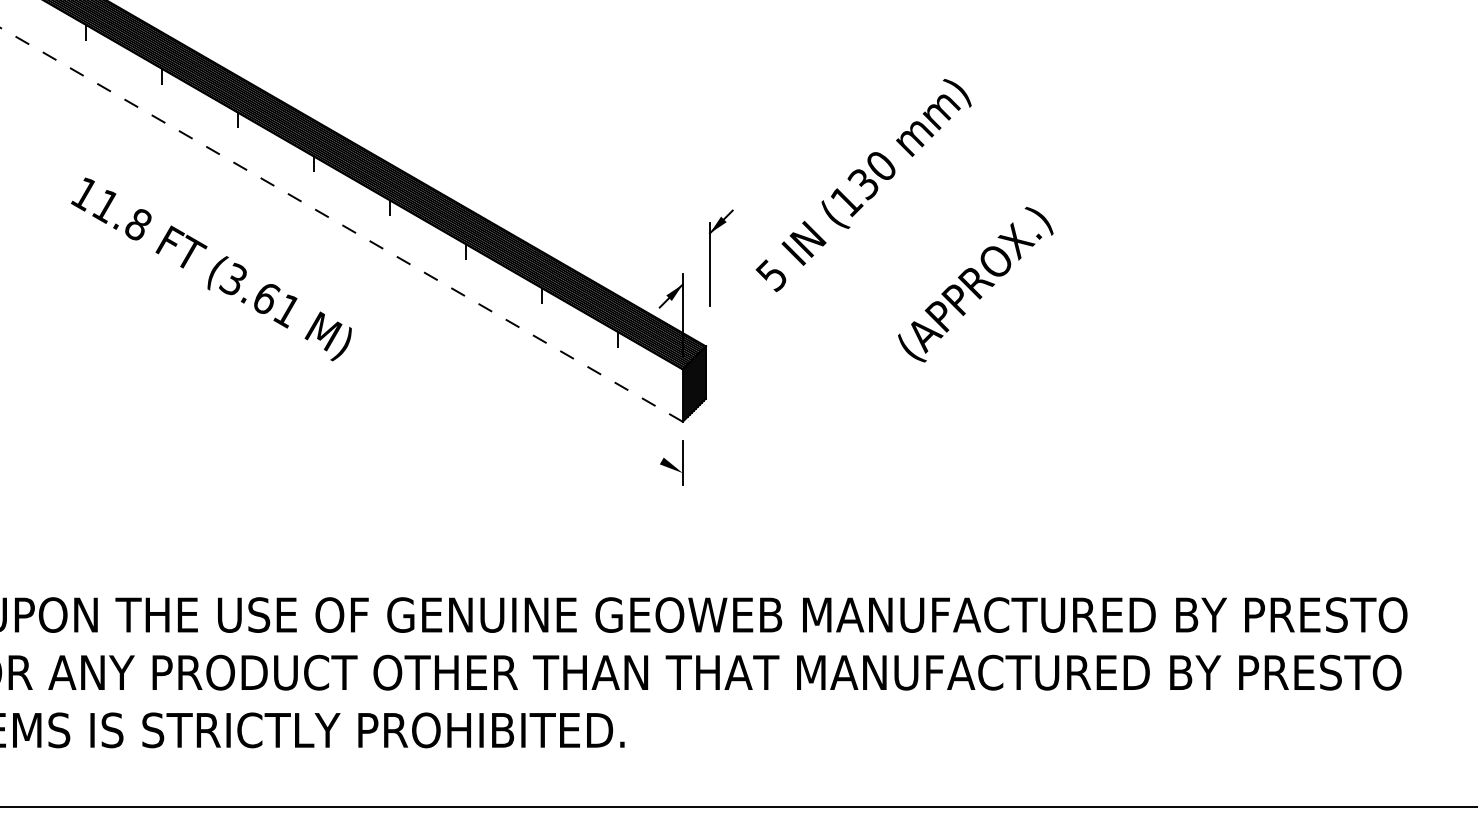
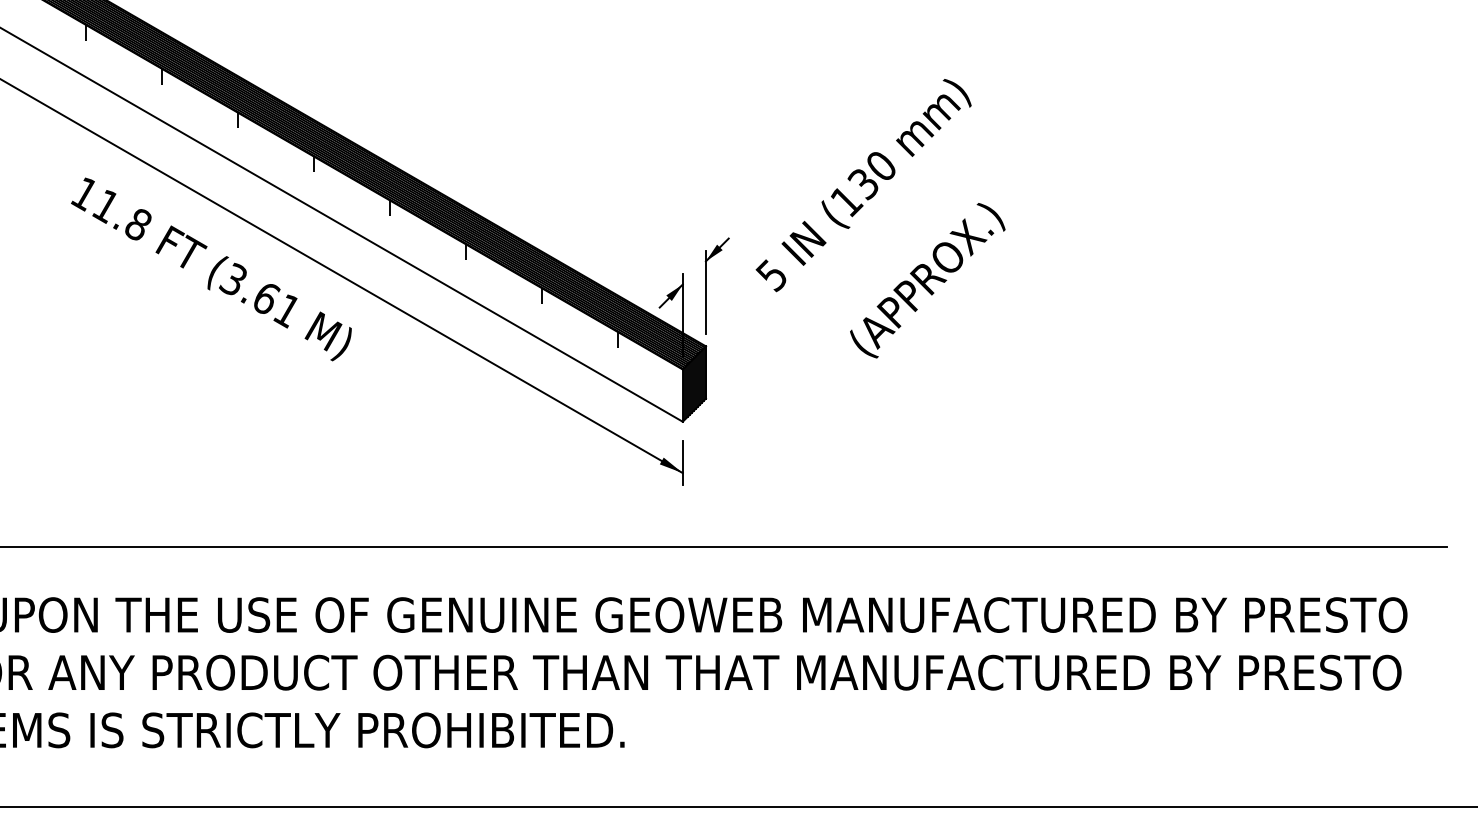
line at (341, 224): dashed -> solid
part at (710, 257) position: (710, 257) -> (706, 285)
line at (342, 276): none -> present
text at (975, 284) position: (975, 284) -> (927, 280)
line at (724, 546): none -> present
